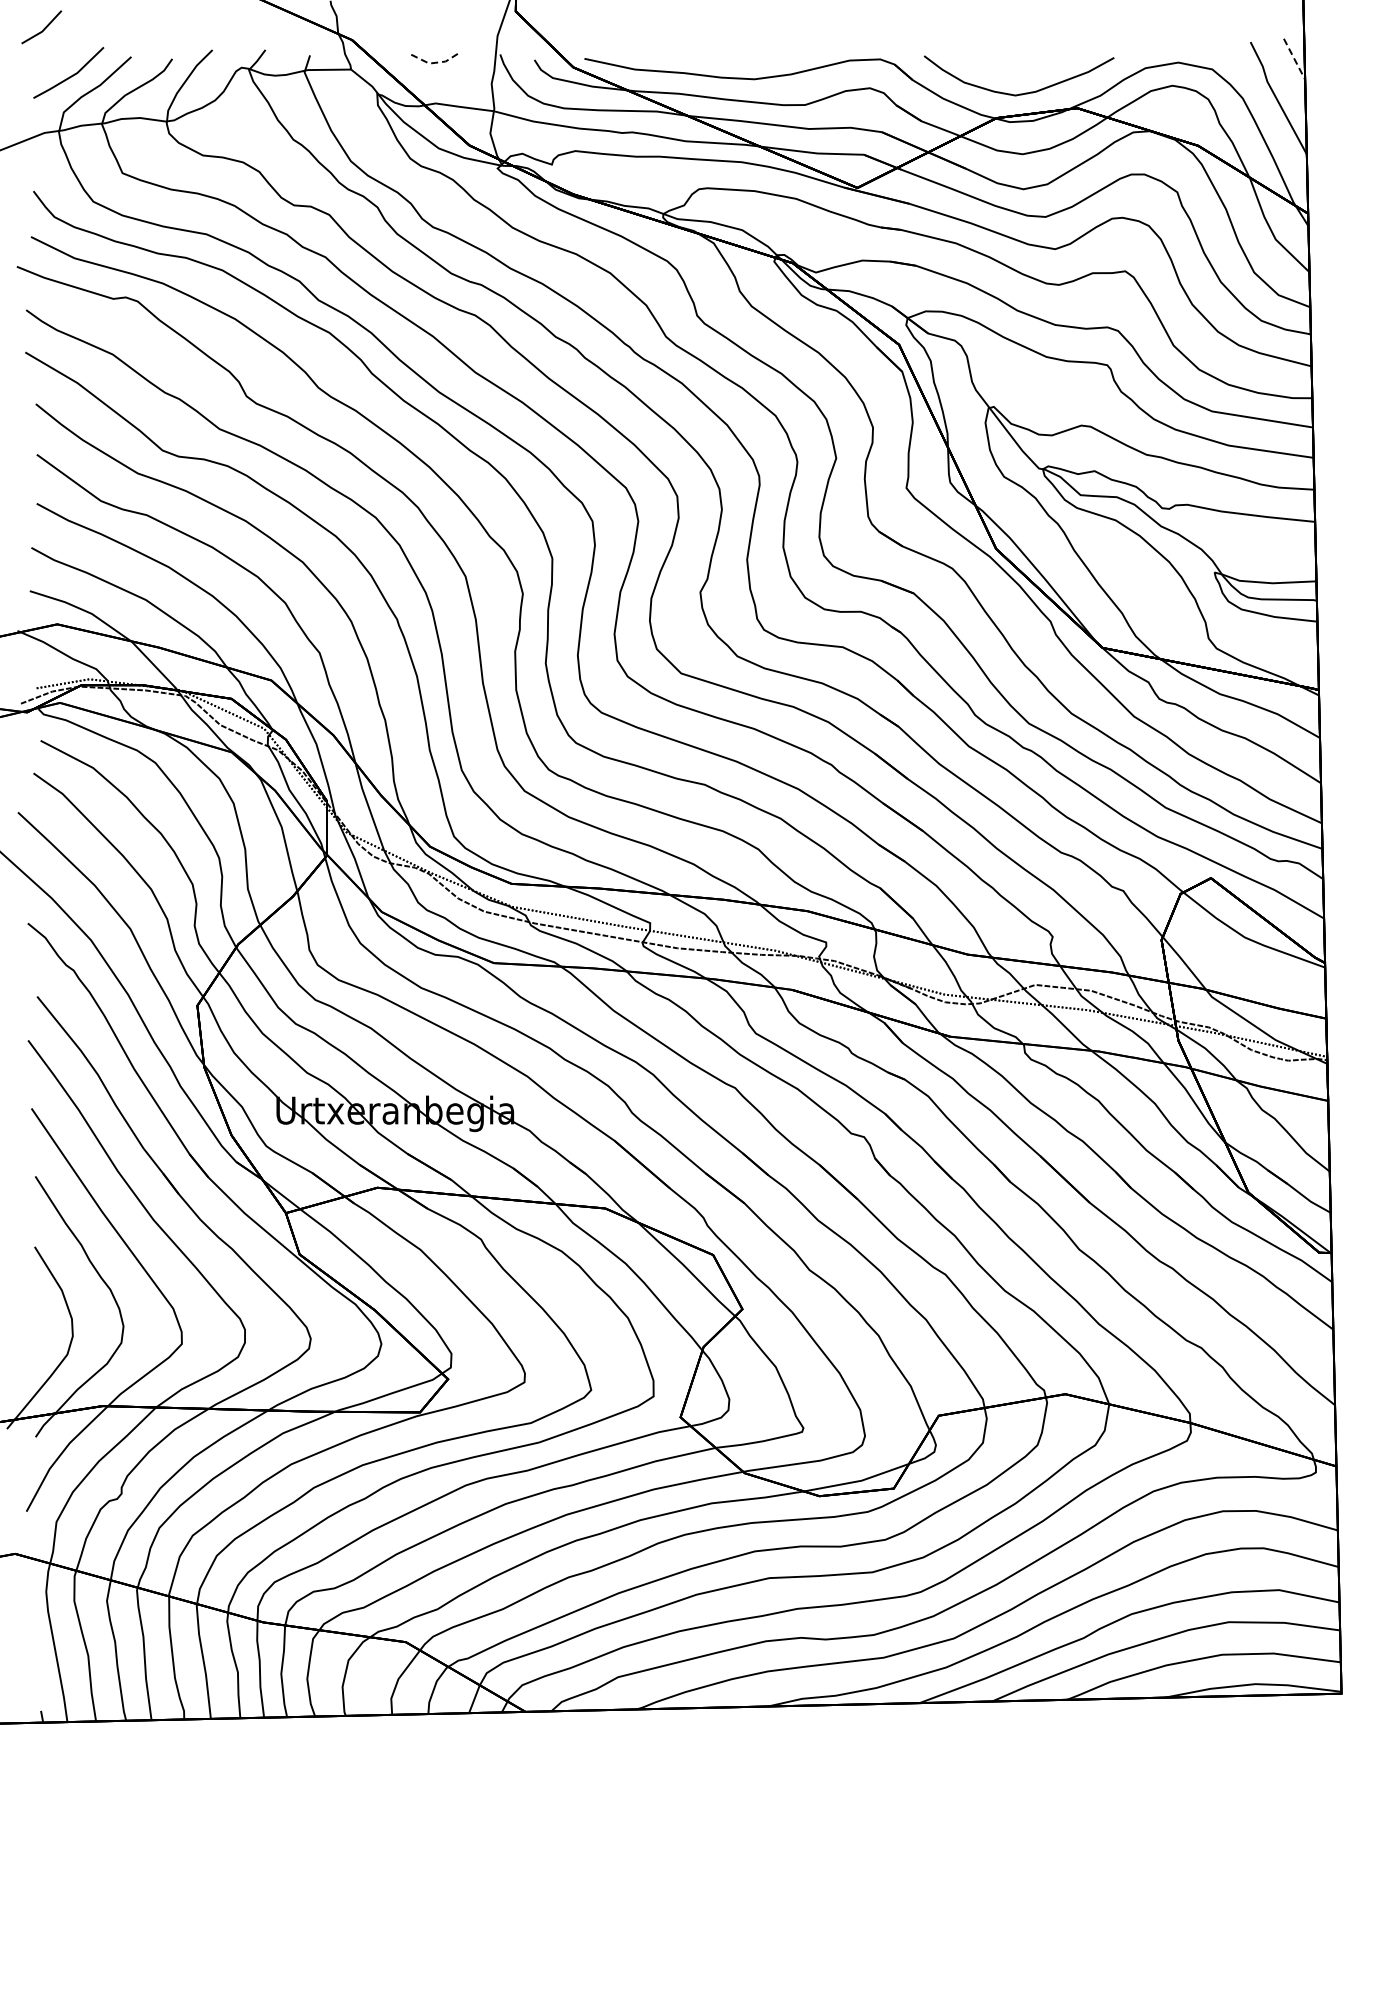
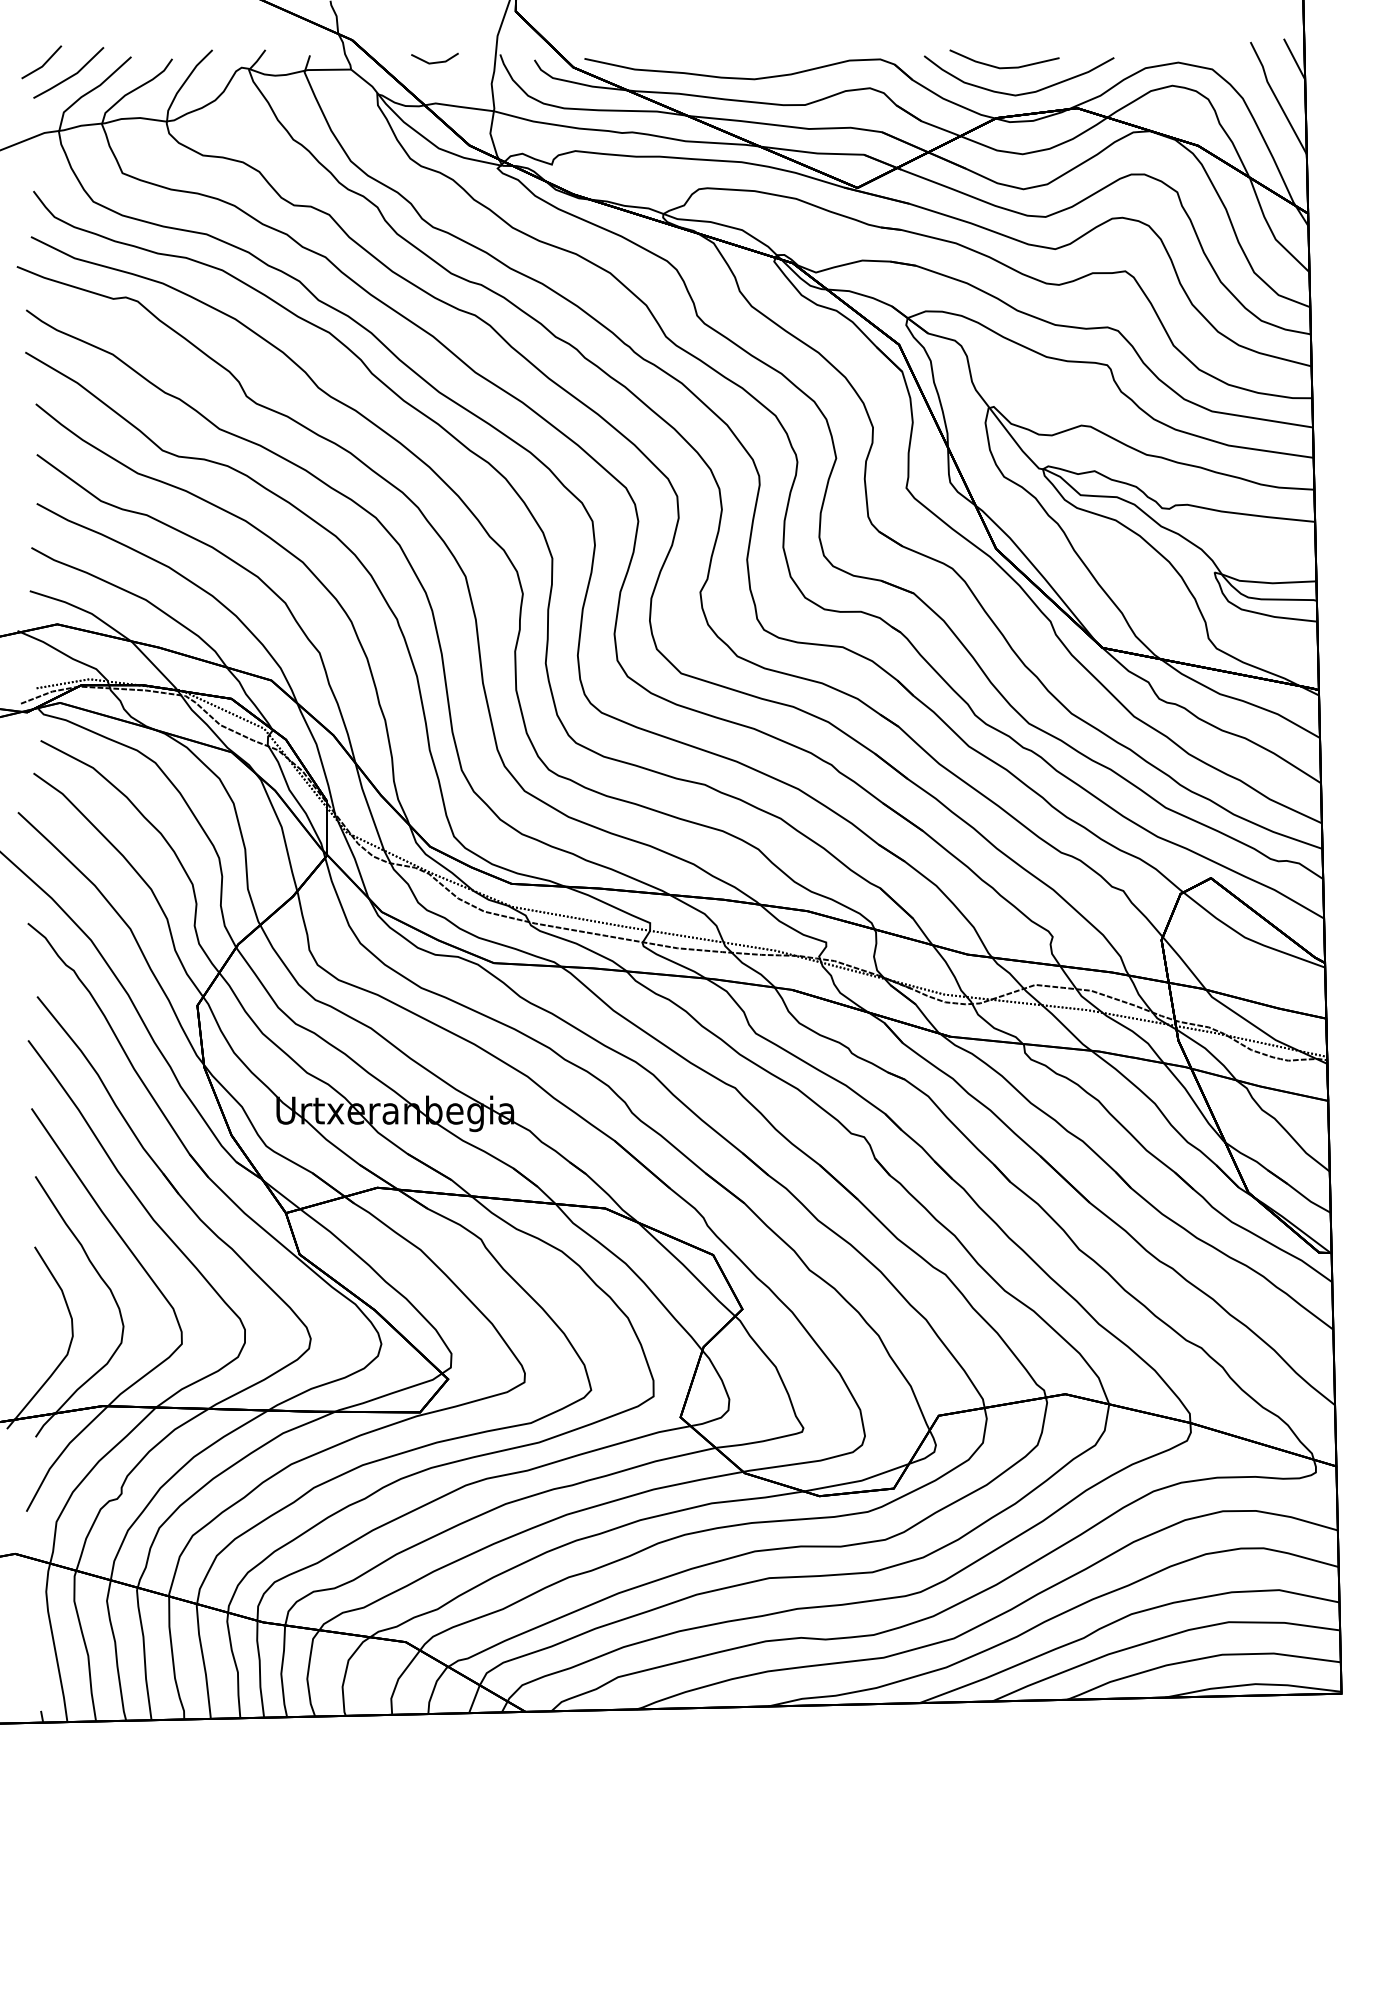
line at (43, 28) position: (43, 28) -> (43, 63)
line at (1294, 59): dashed -> solid
line at (435, 62): dashed -> solid
line at (1004, 67): none -> present
